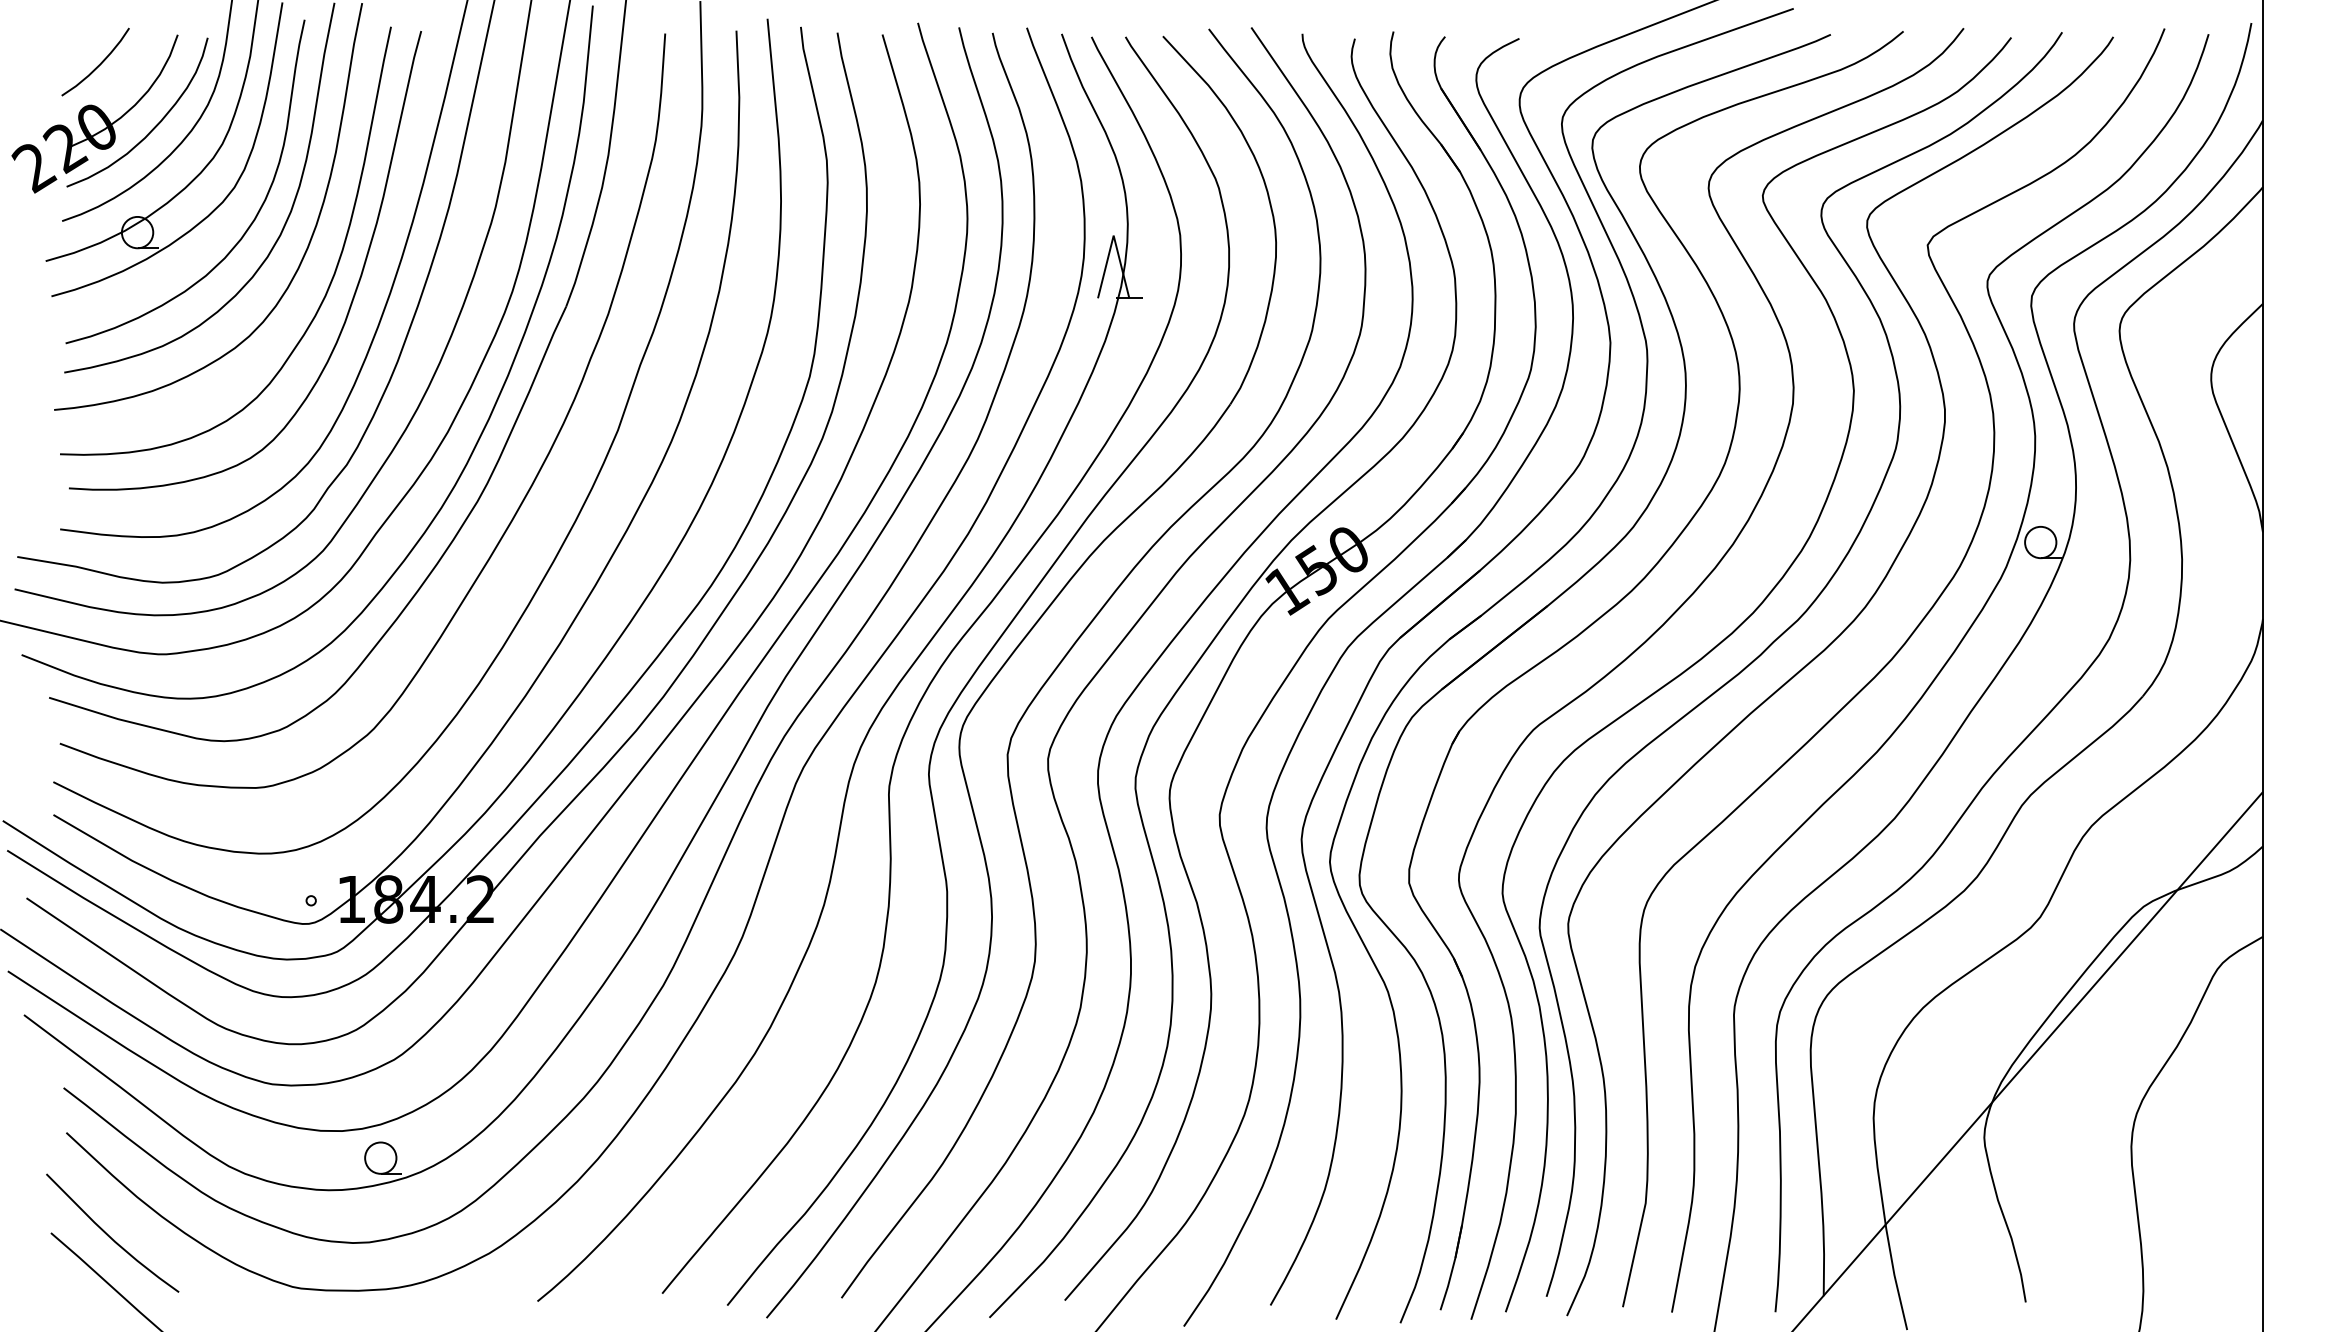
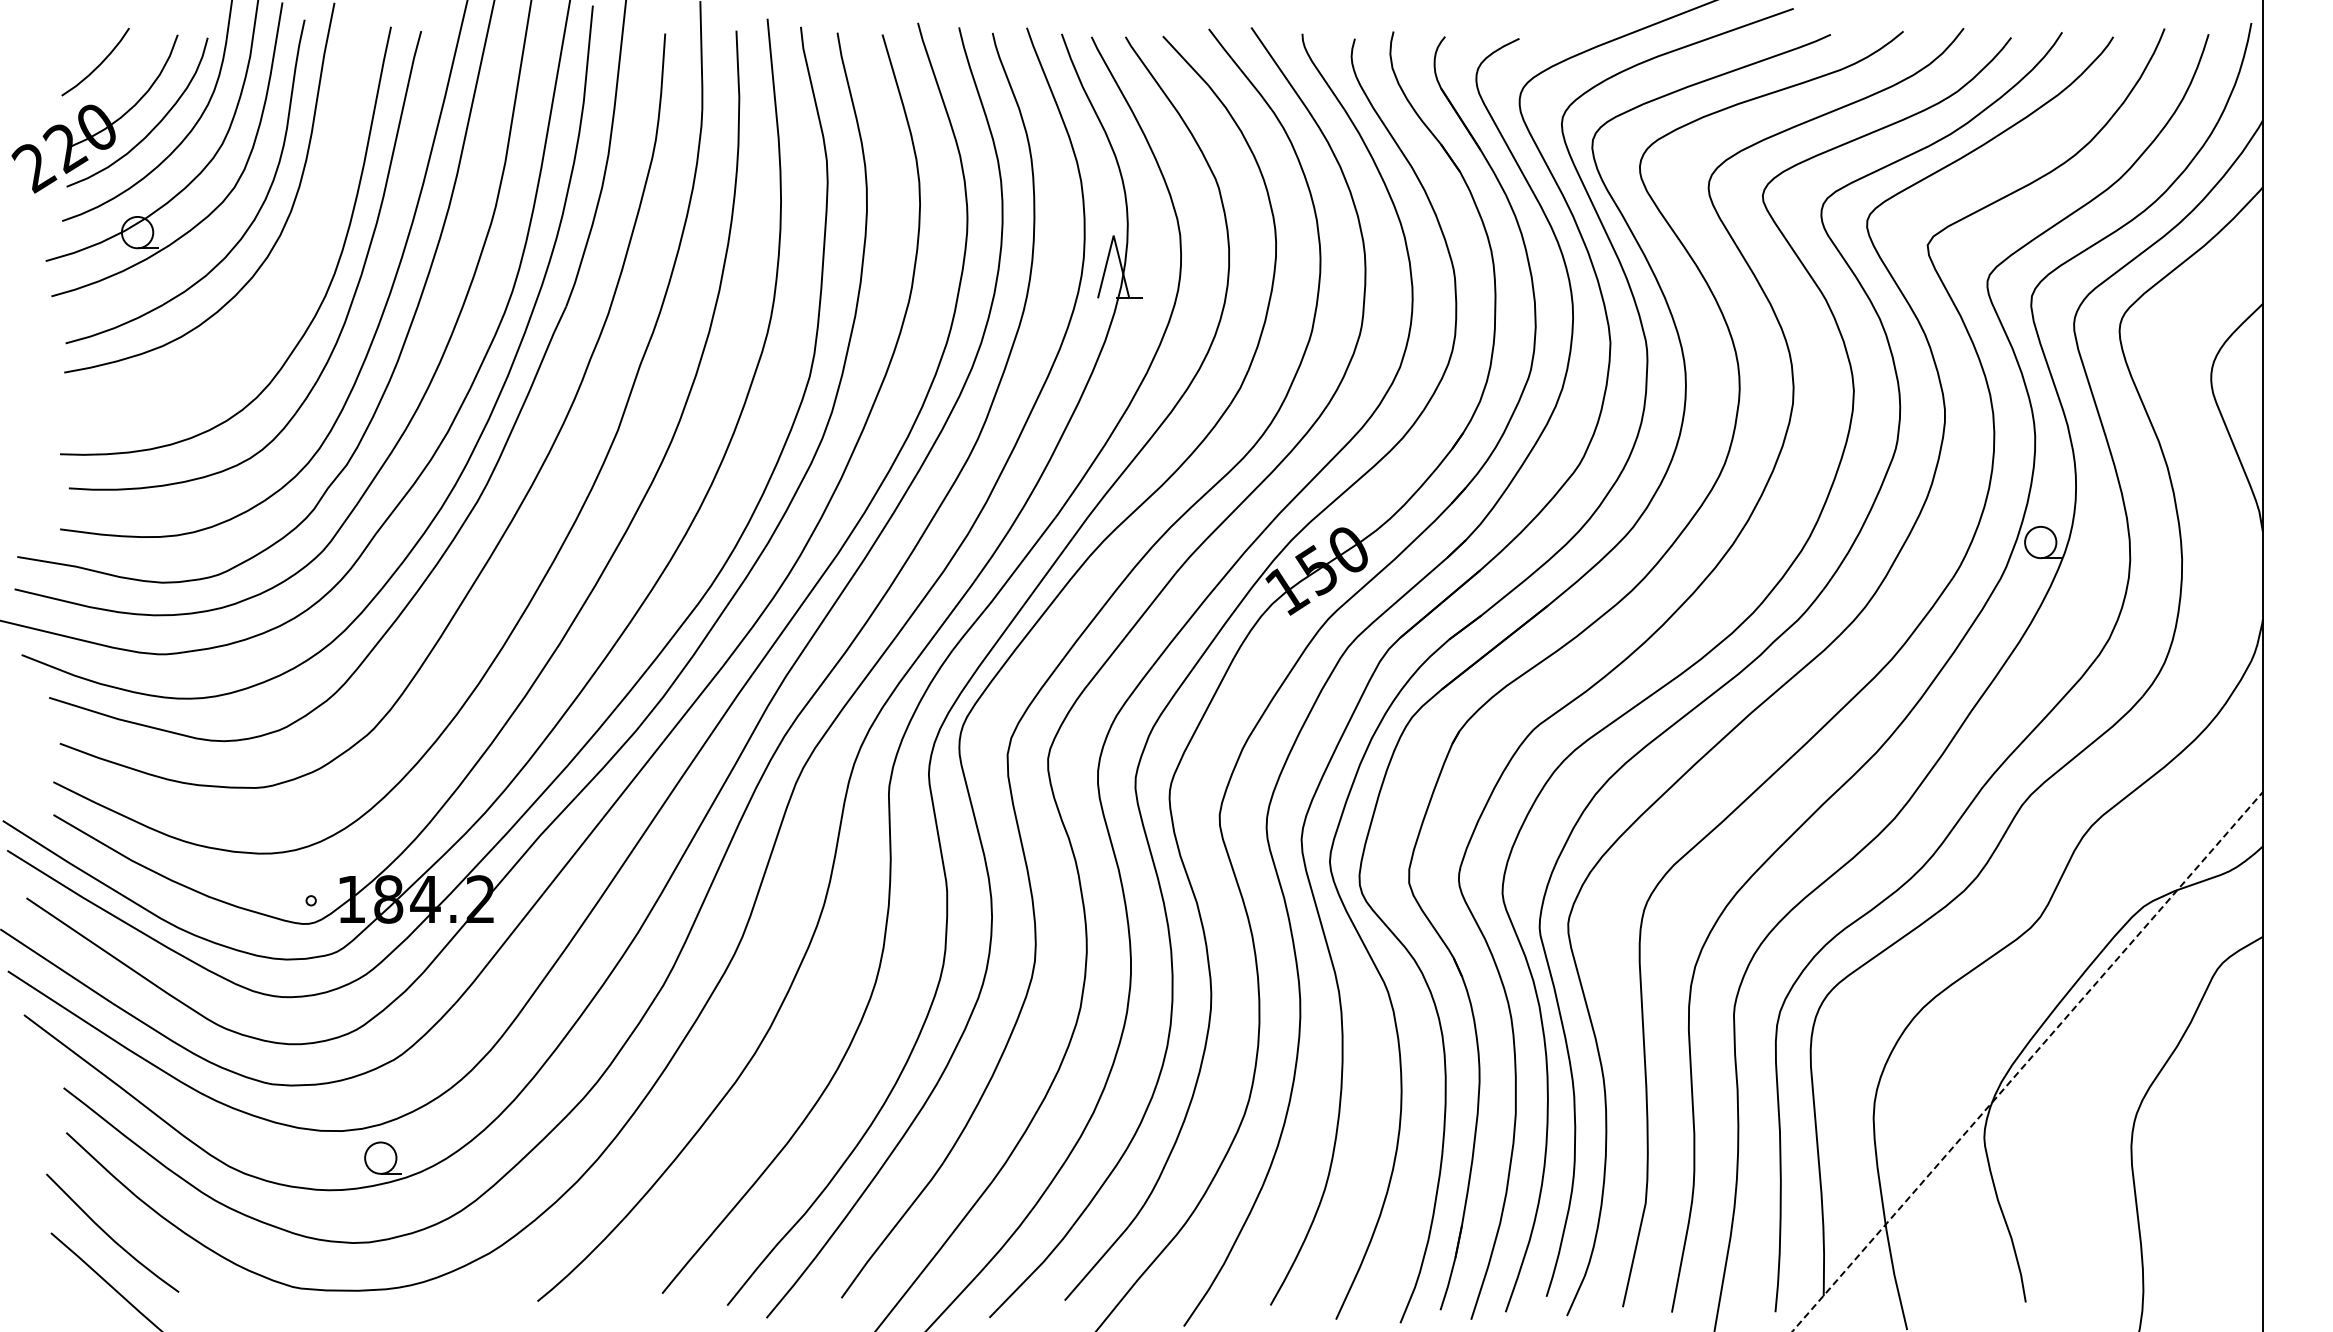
curve at (308, 242): present -> none
line at (2027, 1061): solid -> dashed
